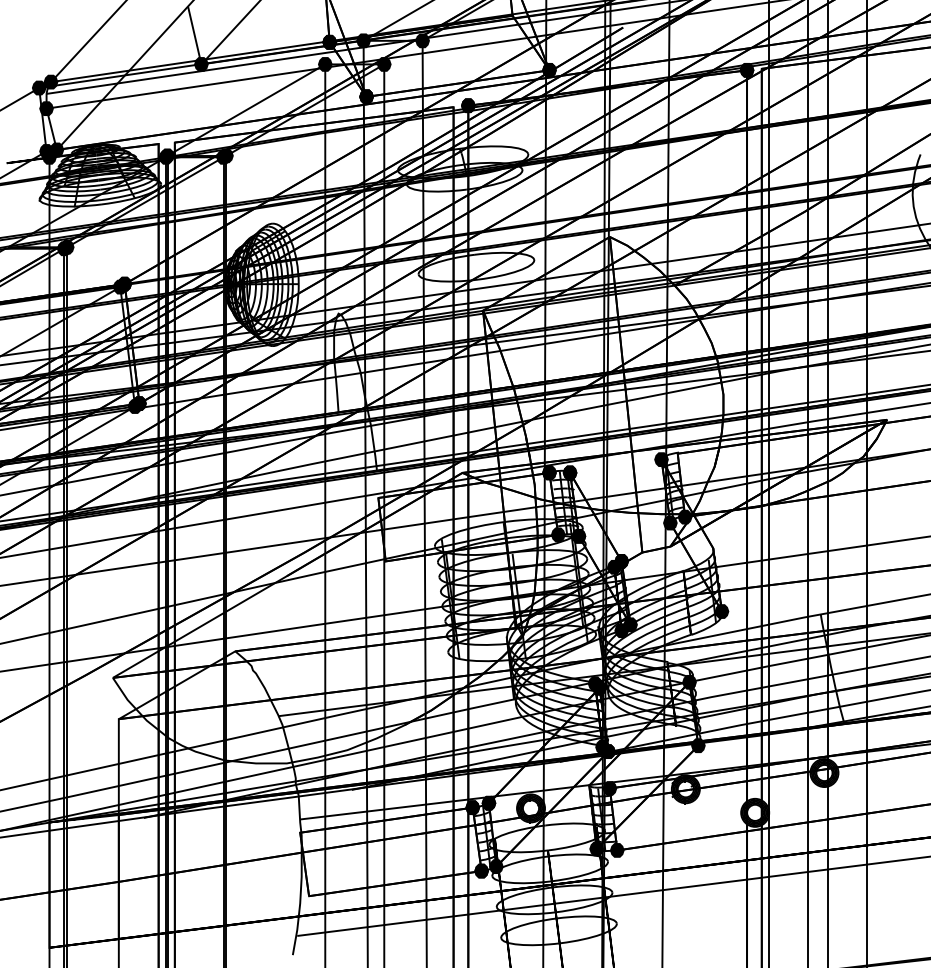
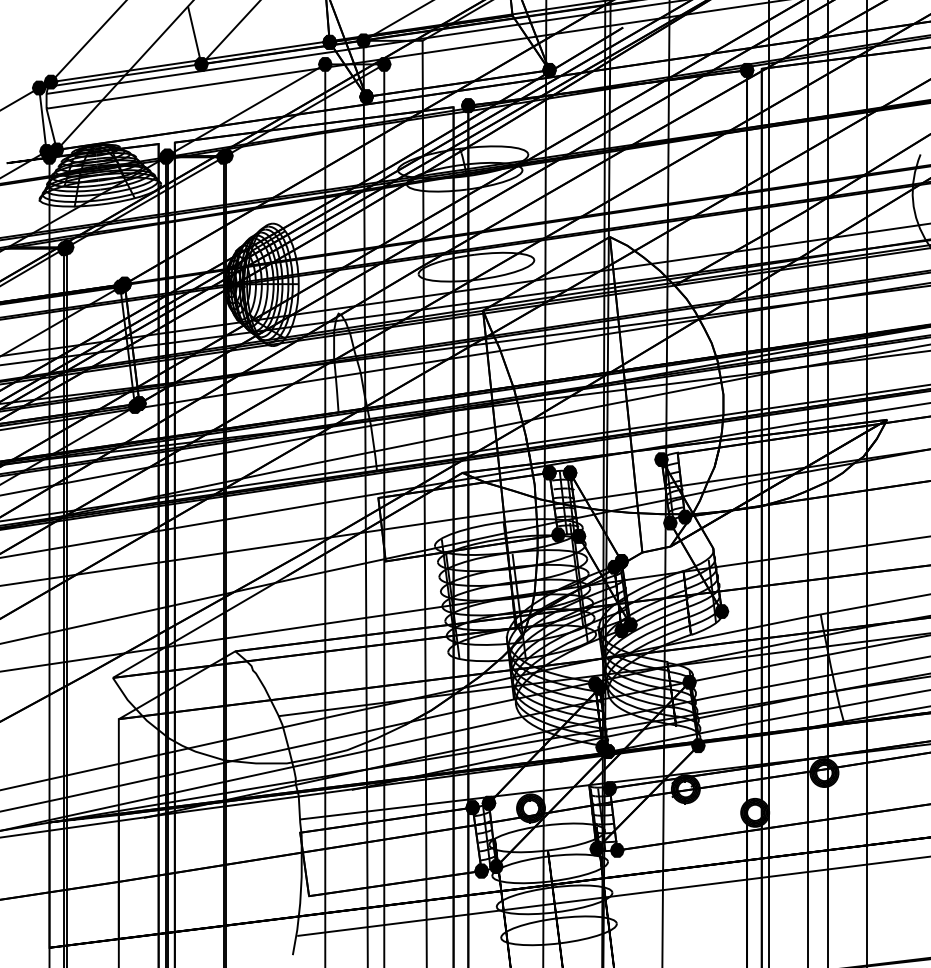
fill at (422, 40): present -> none
fill at (46, 108): present -> none
